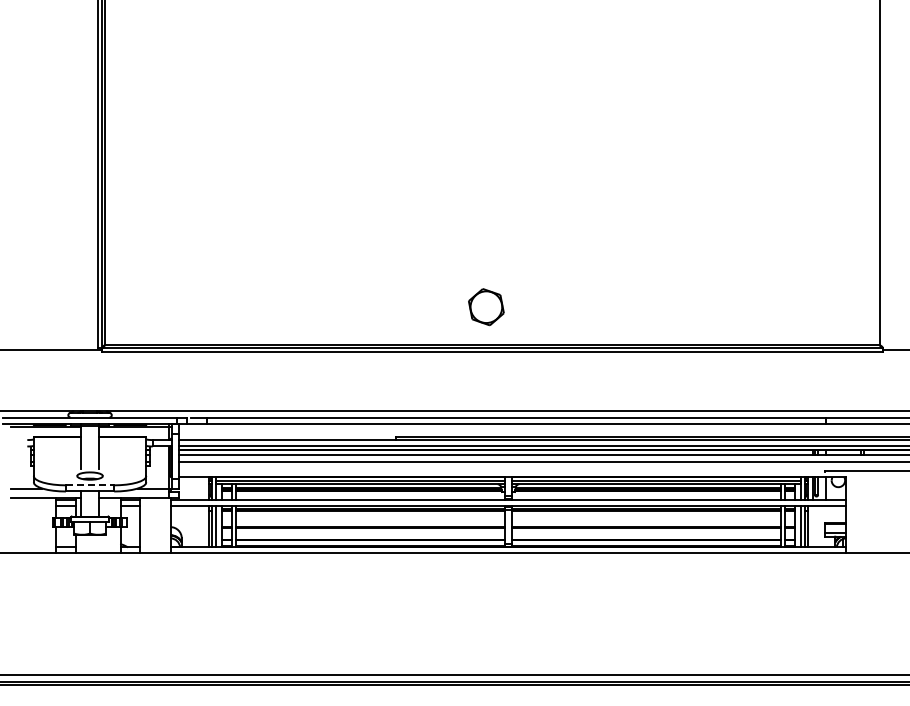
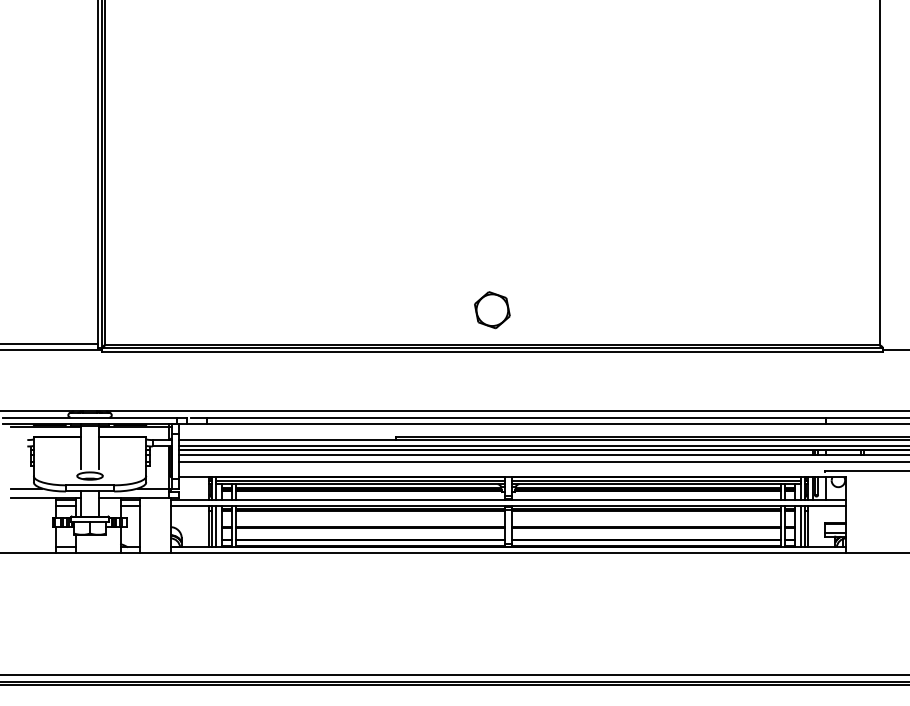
part at (486, 307) position: (486, 307) -> (492, 310)
line at (50, 344): none -> present
line at (90, 485): dashed -> solid
